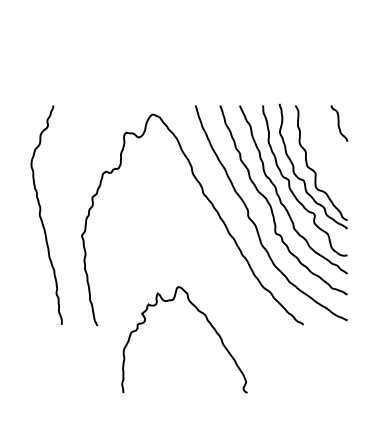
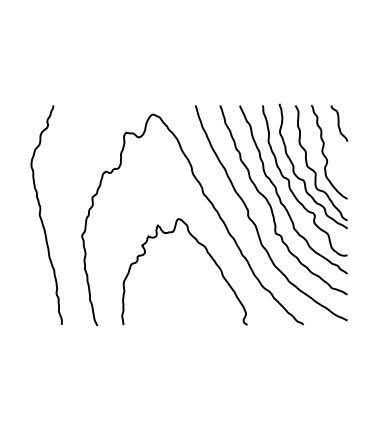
curve at (325, 155): none -> present
curve at (206, 320) position: (206, 320) -> (206, 252)
